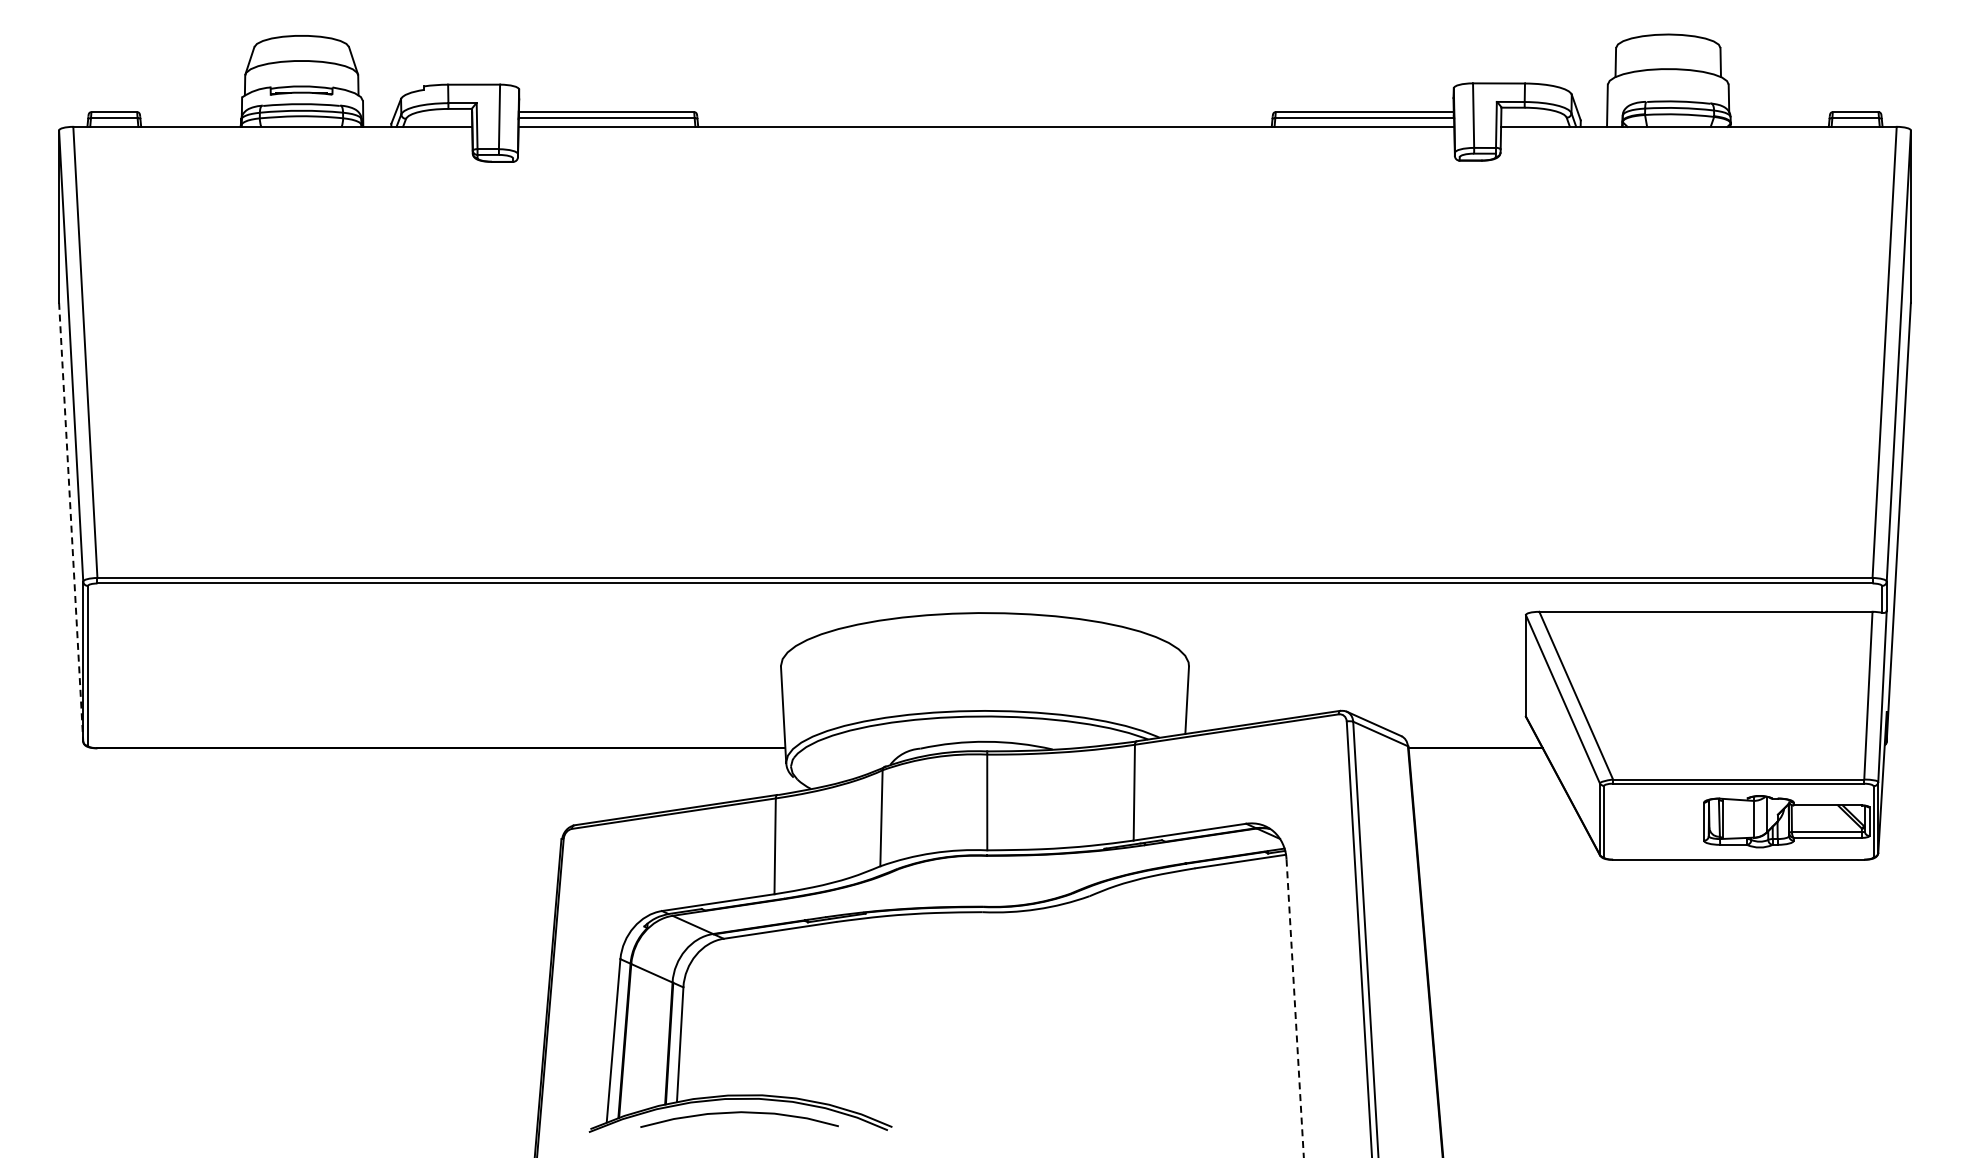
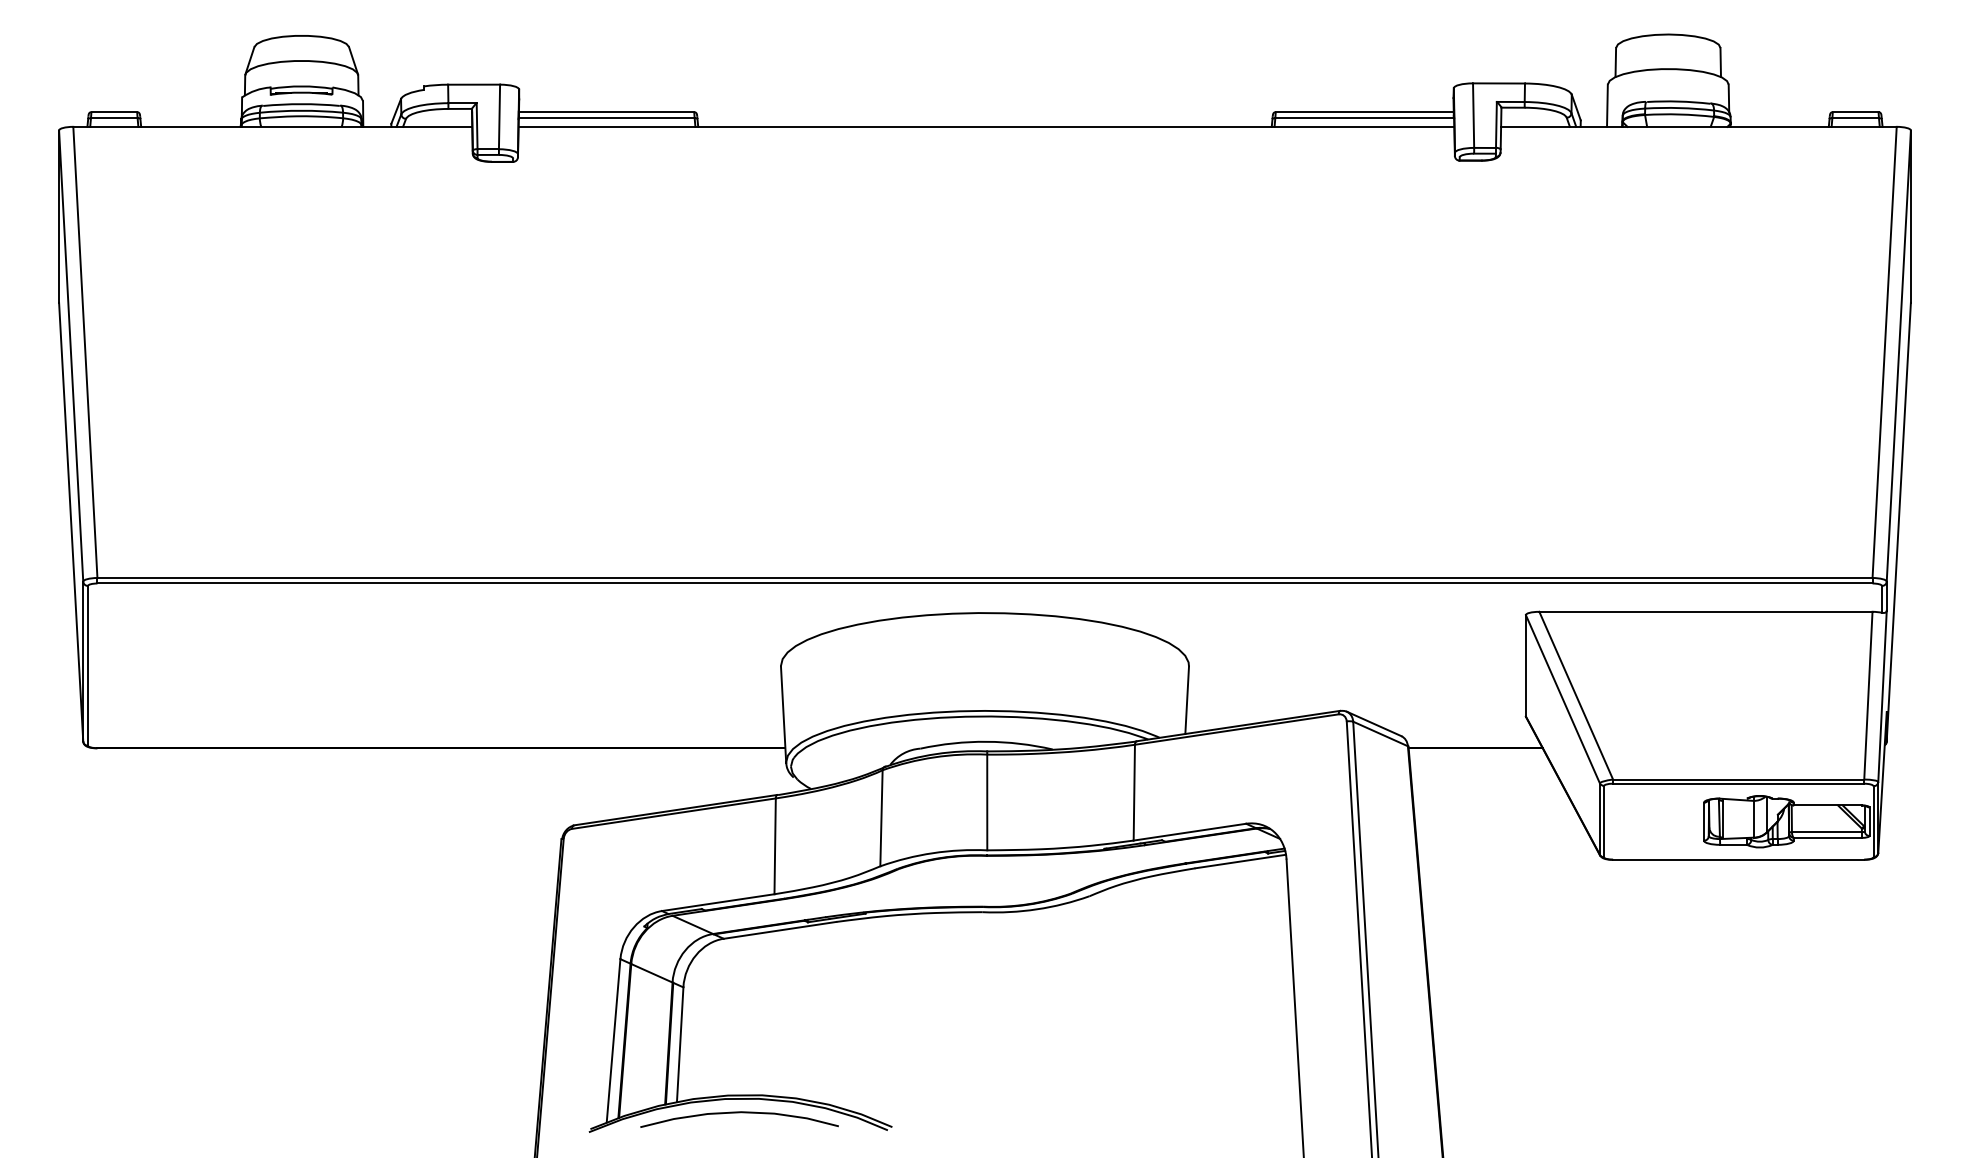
line at (71, 522): dashed -> solid
line at (1295, 1009): dashed -> solid
